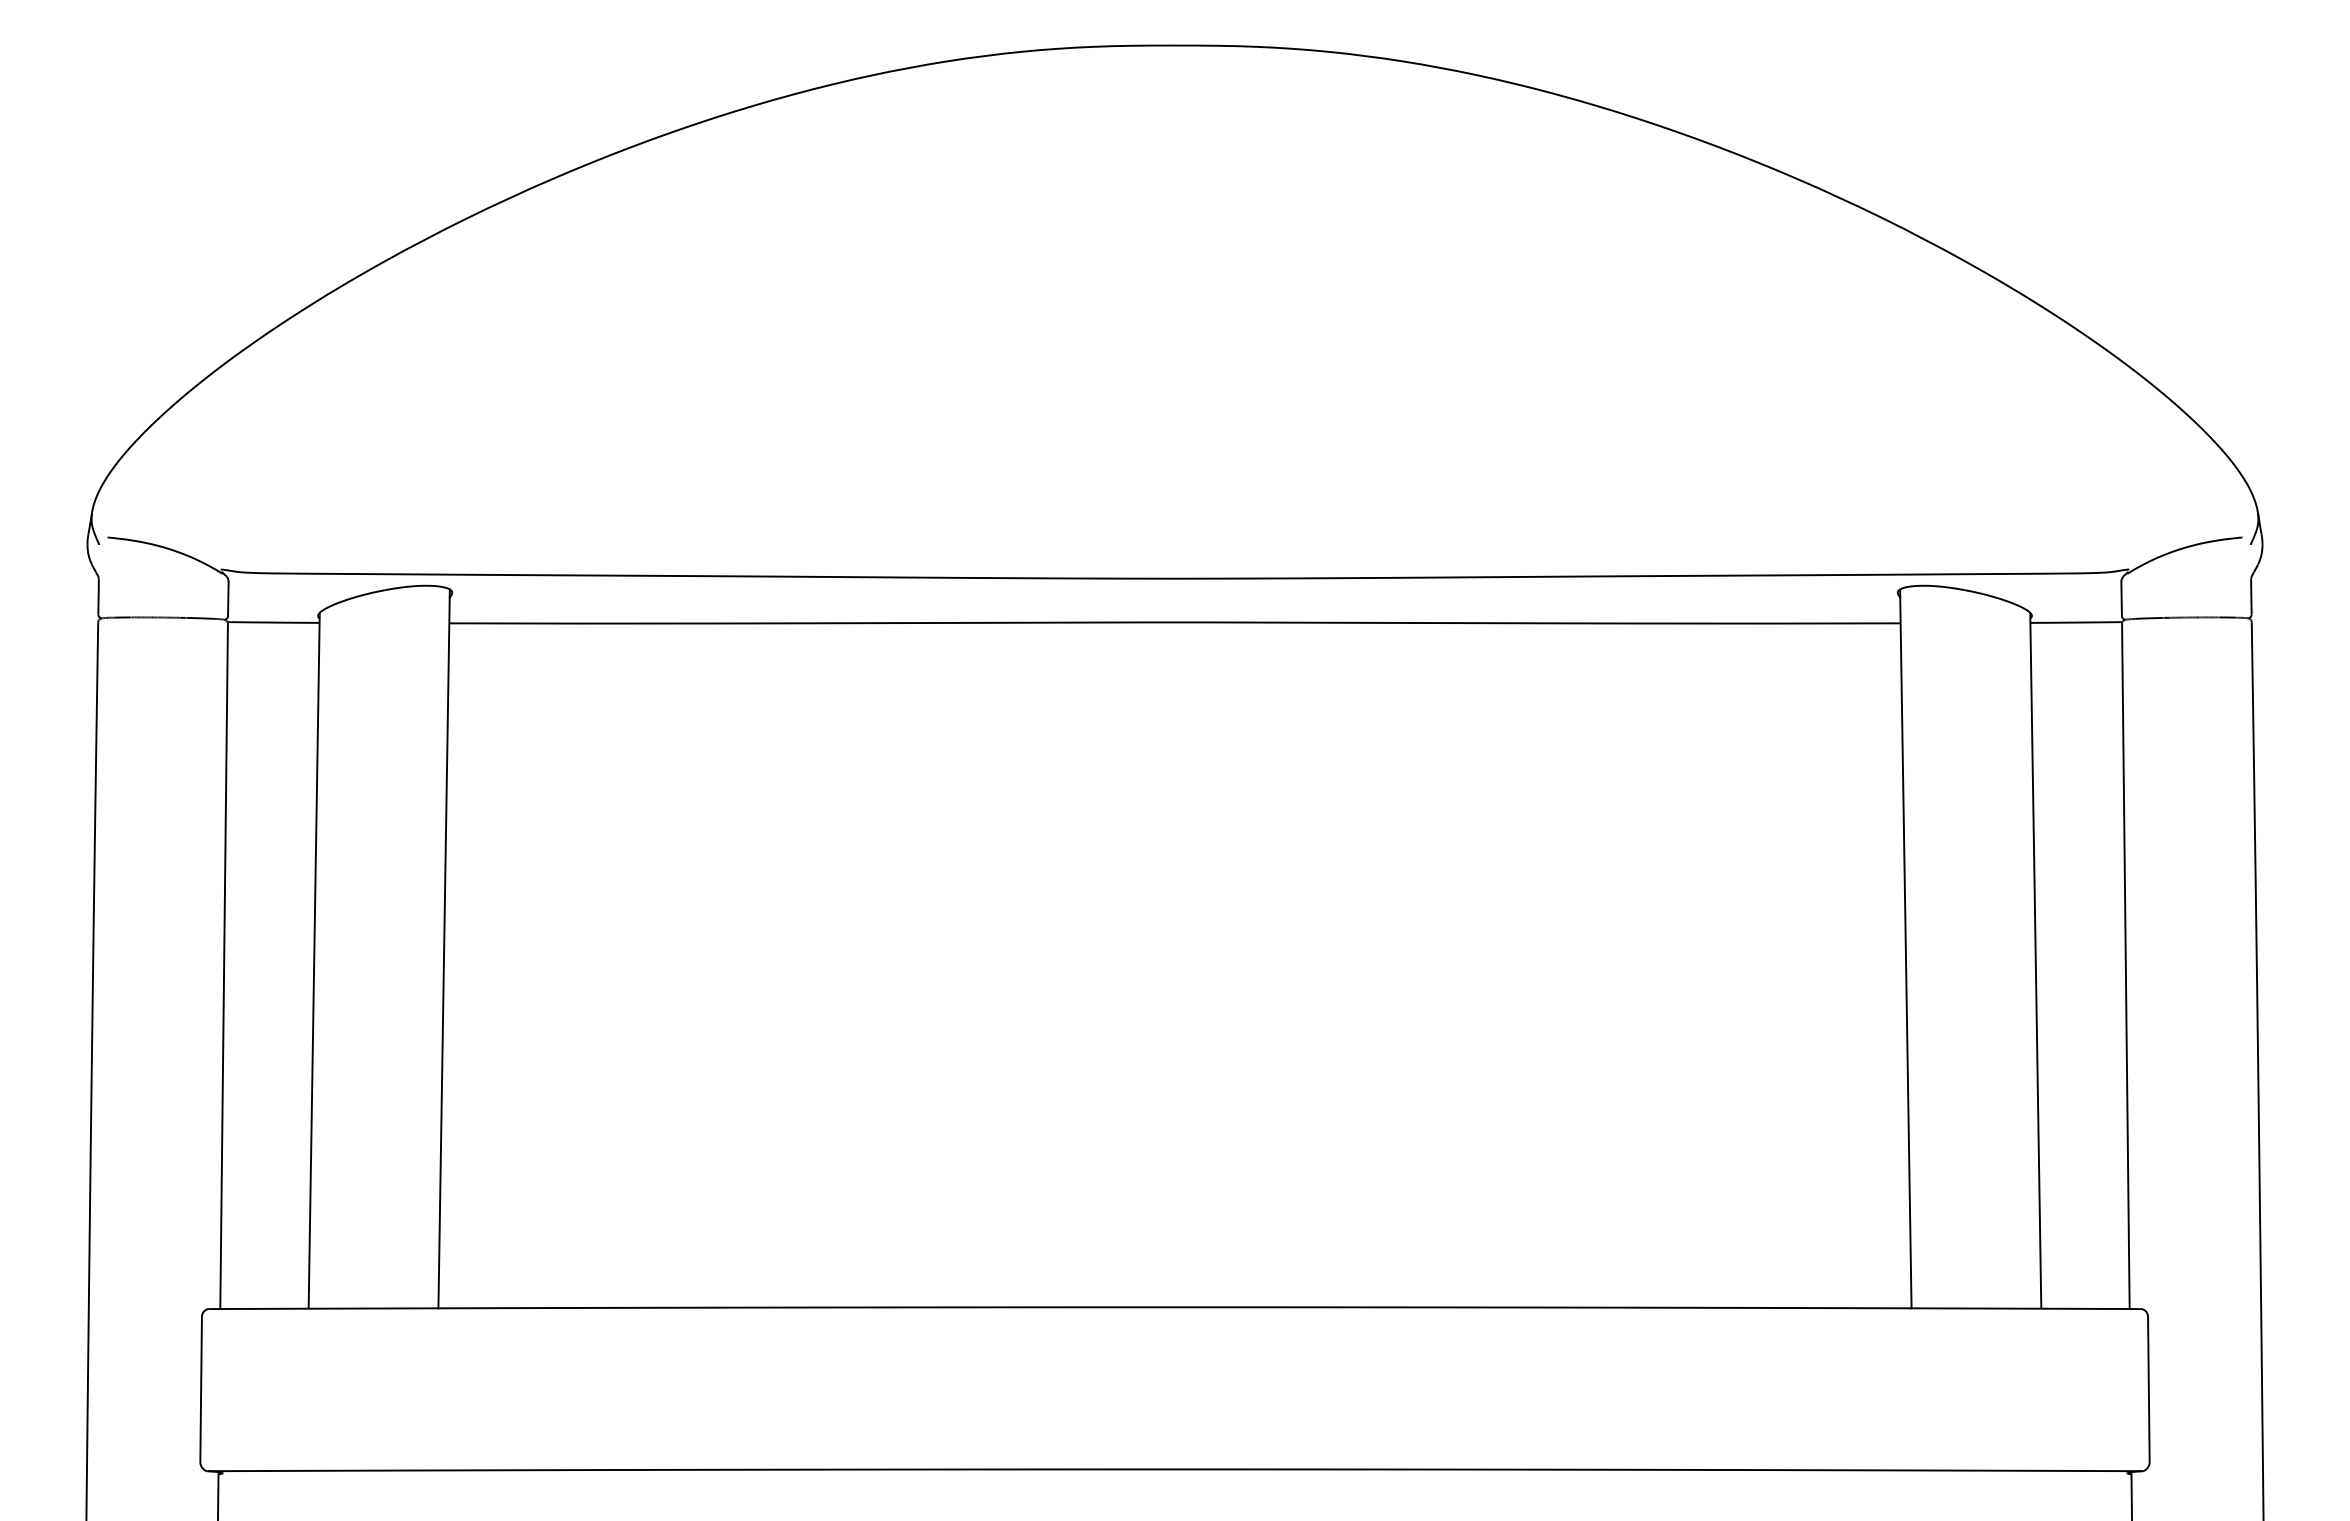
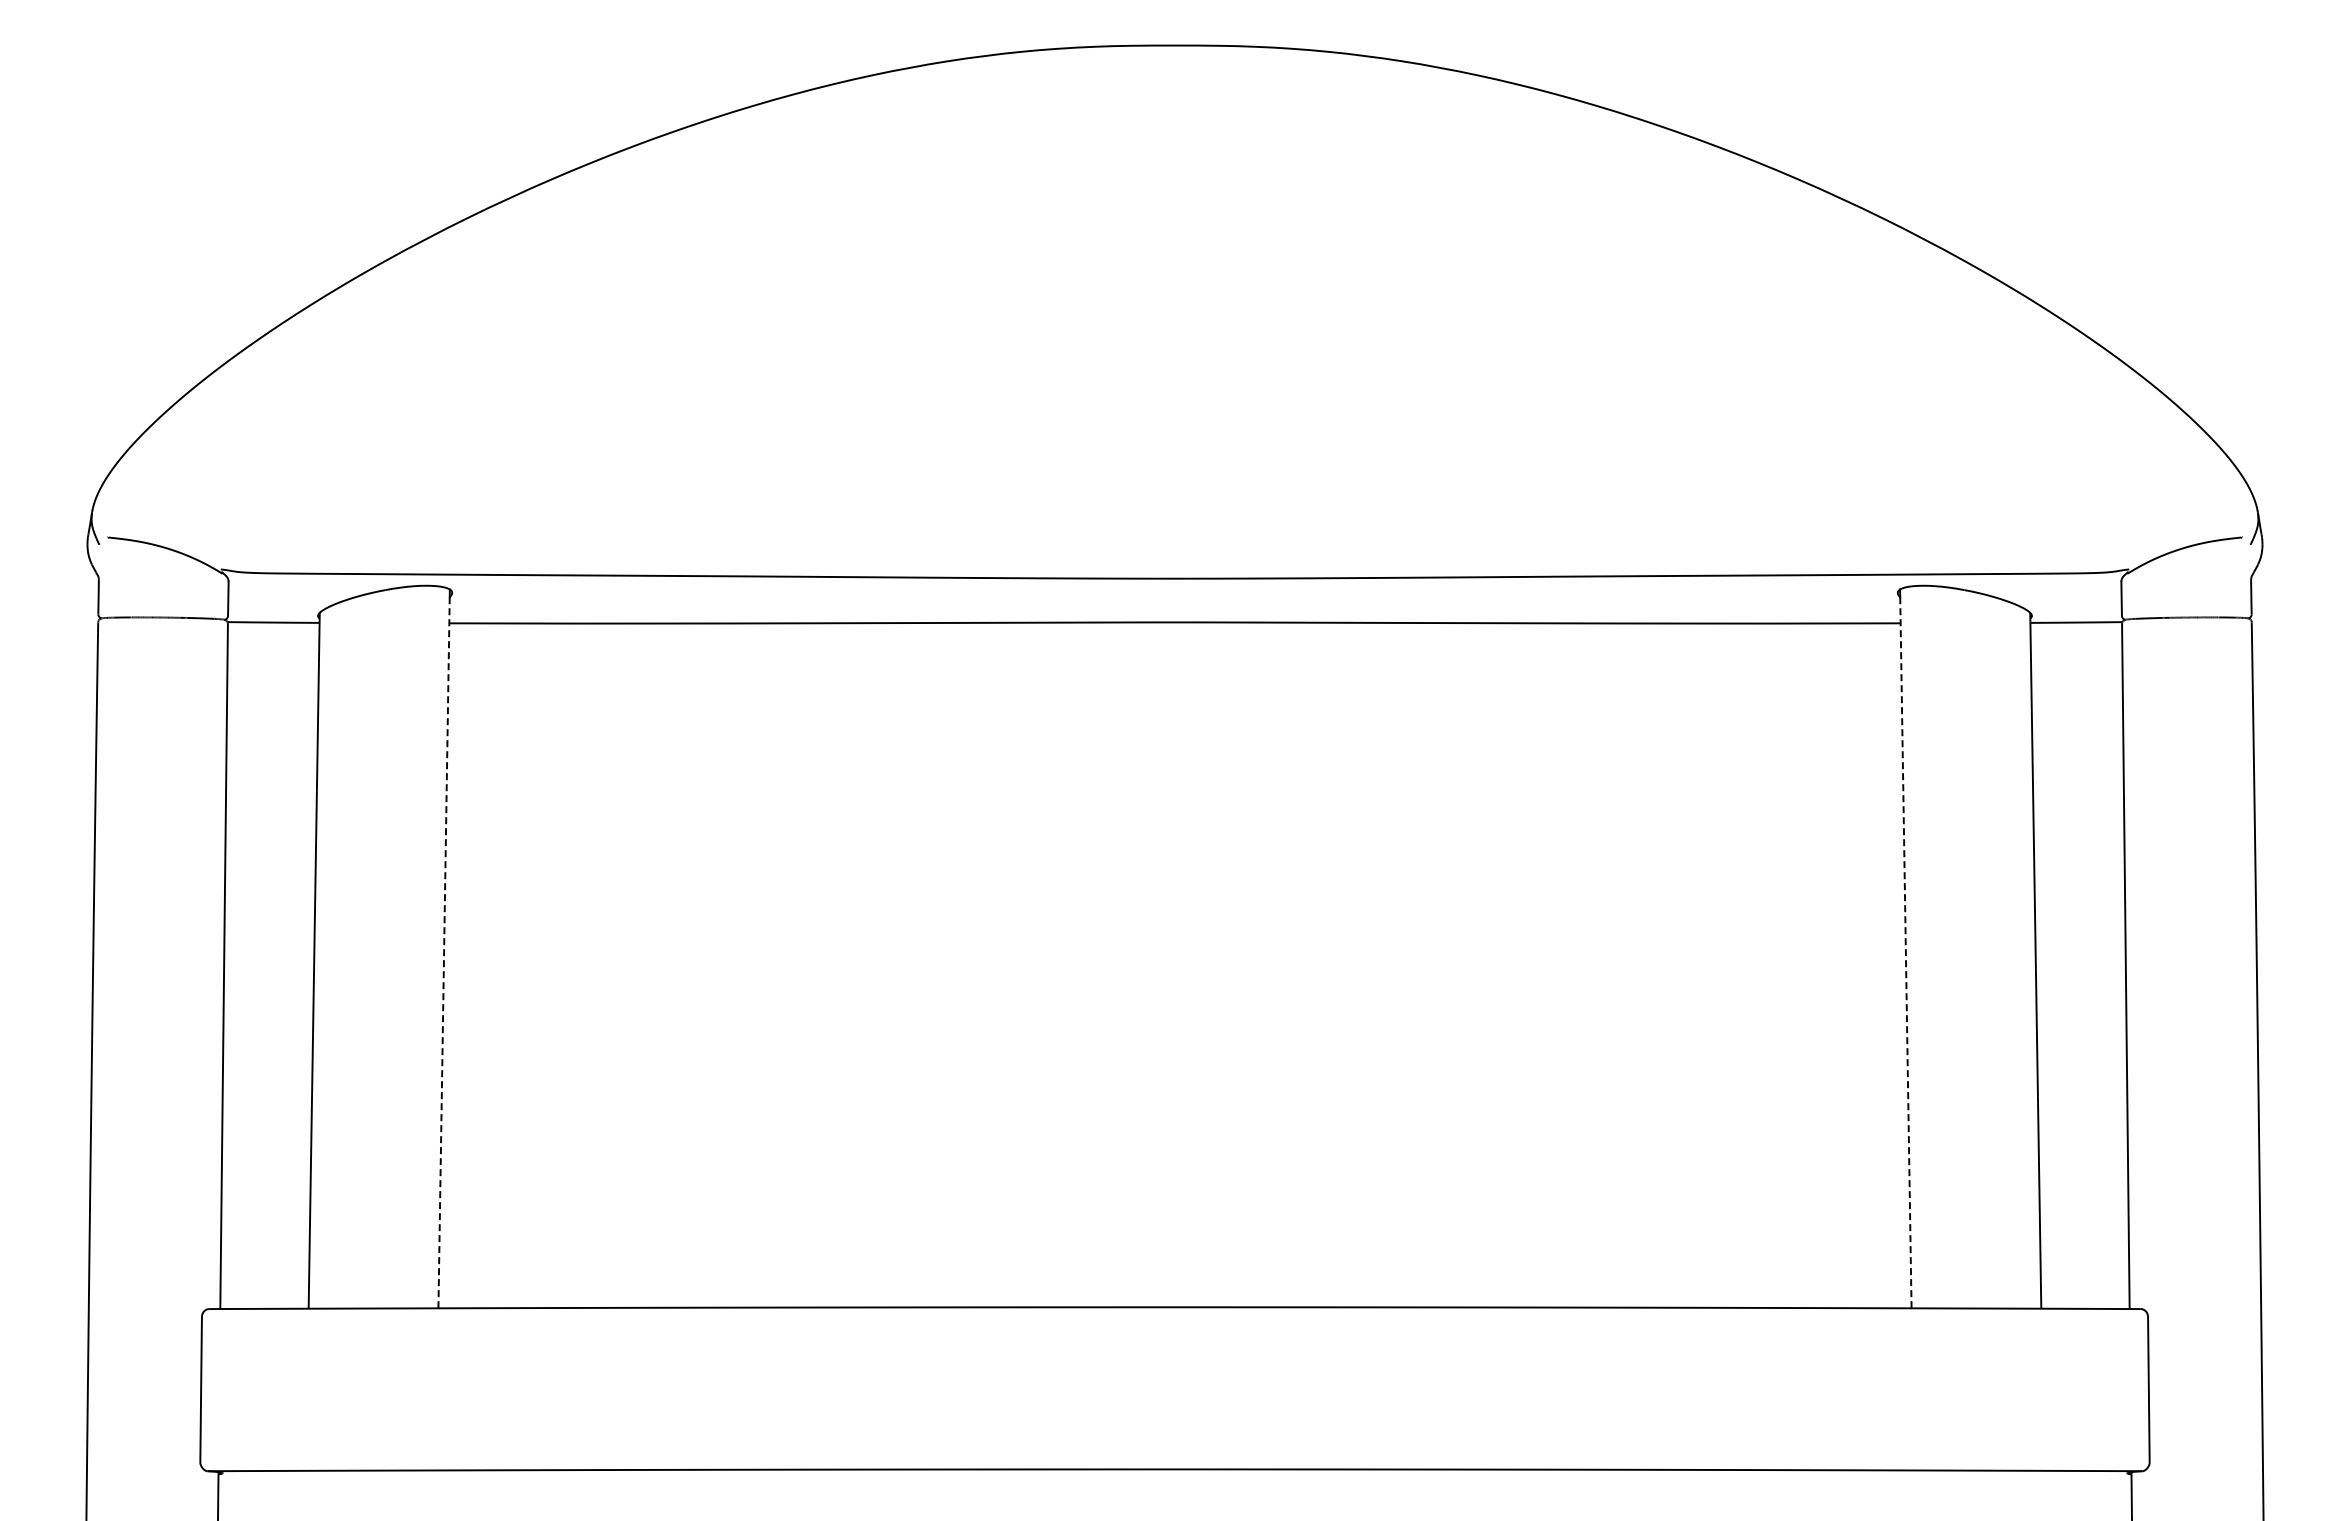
line at (444, 952): solid -> dashed
line at (1905, 952): solid -> dashed
